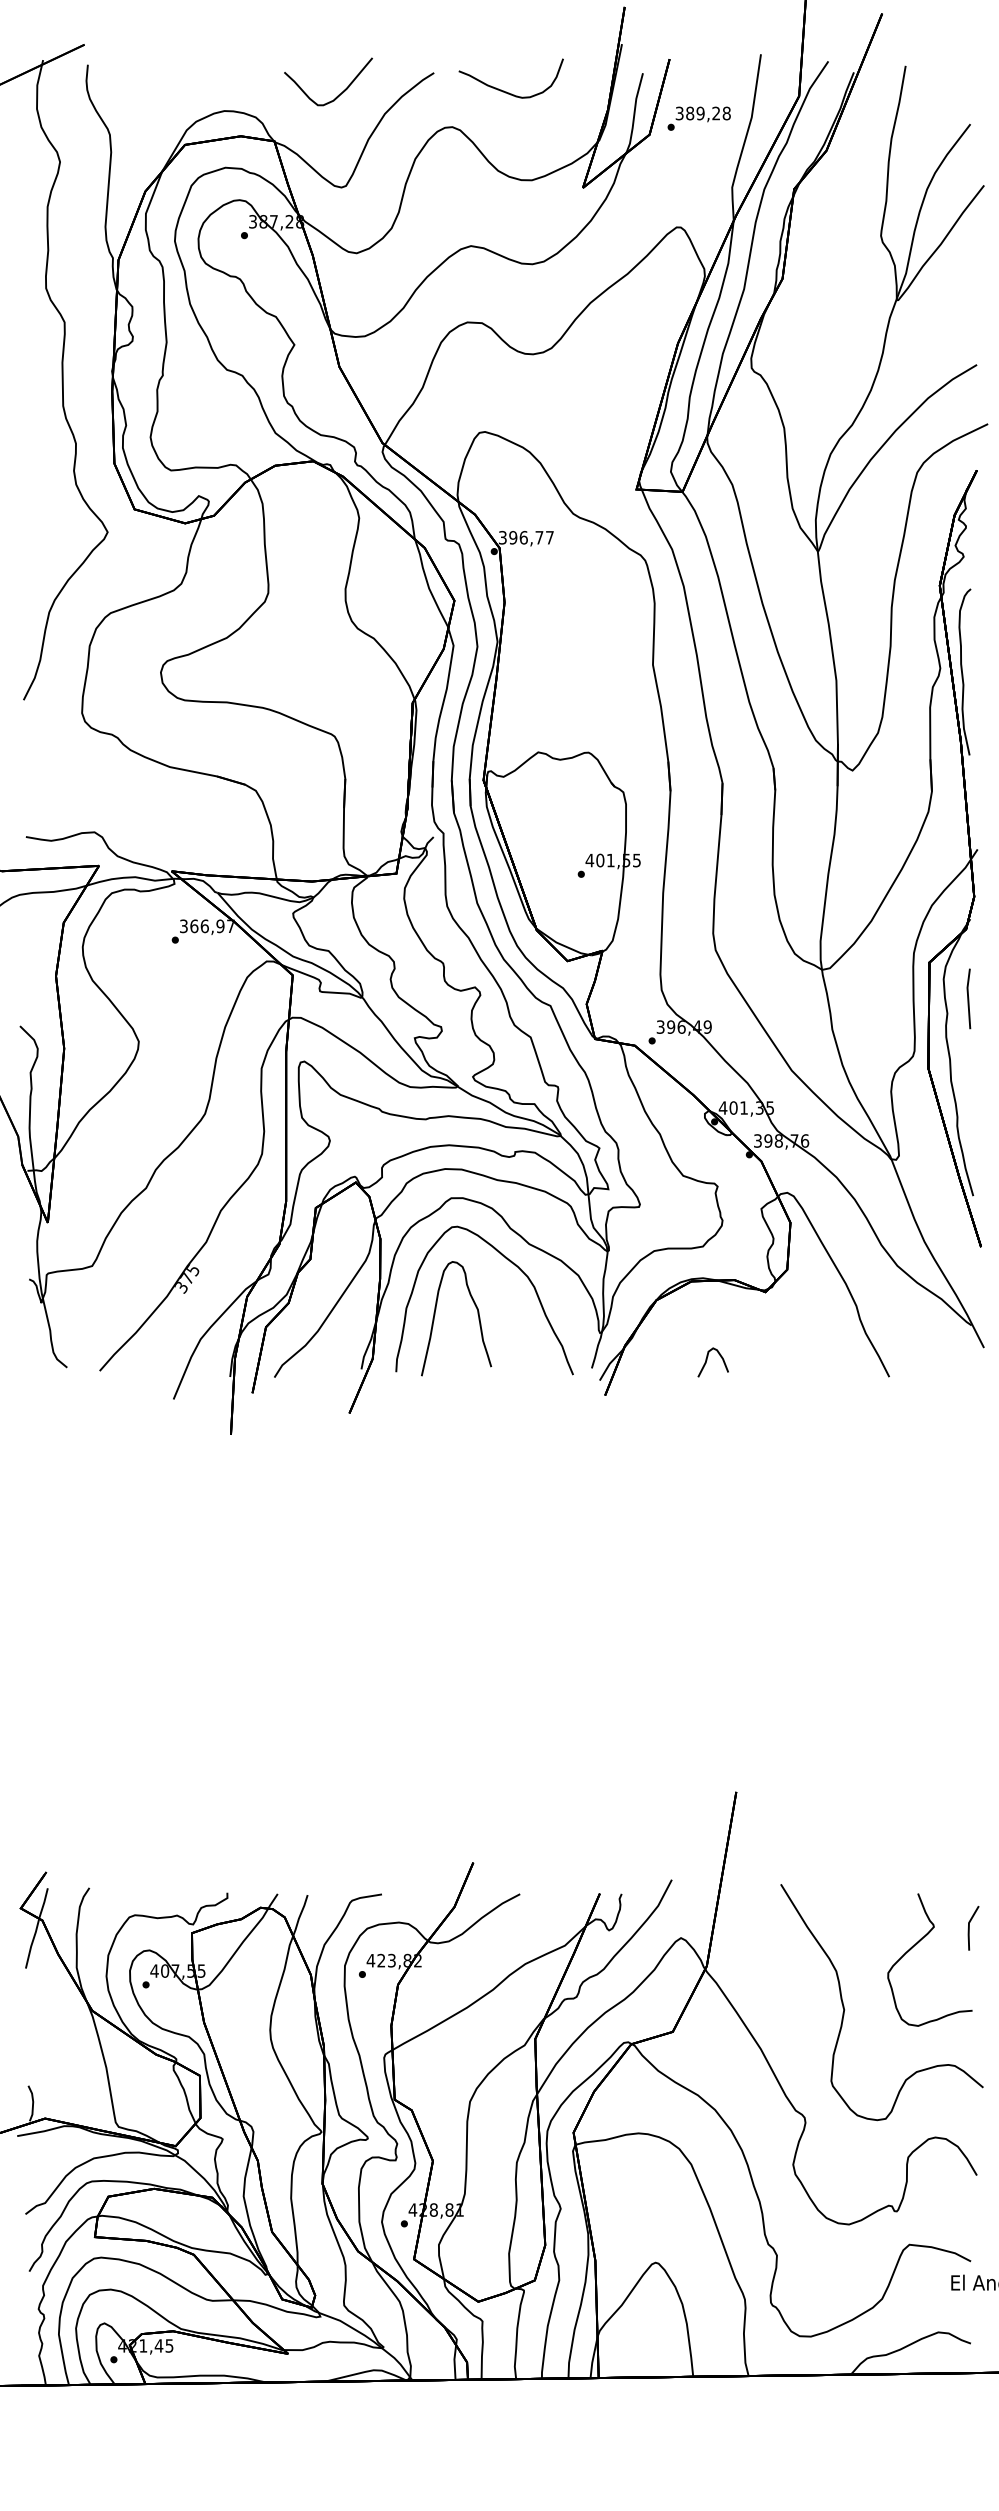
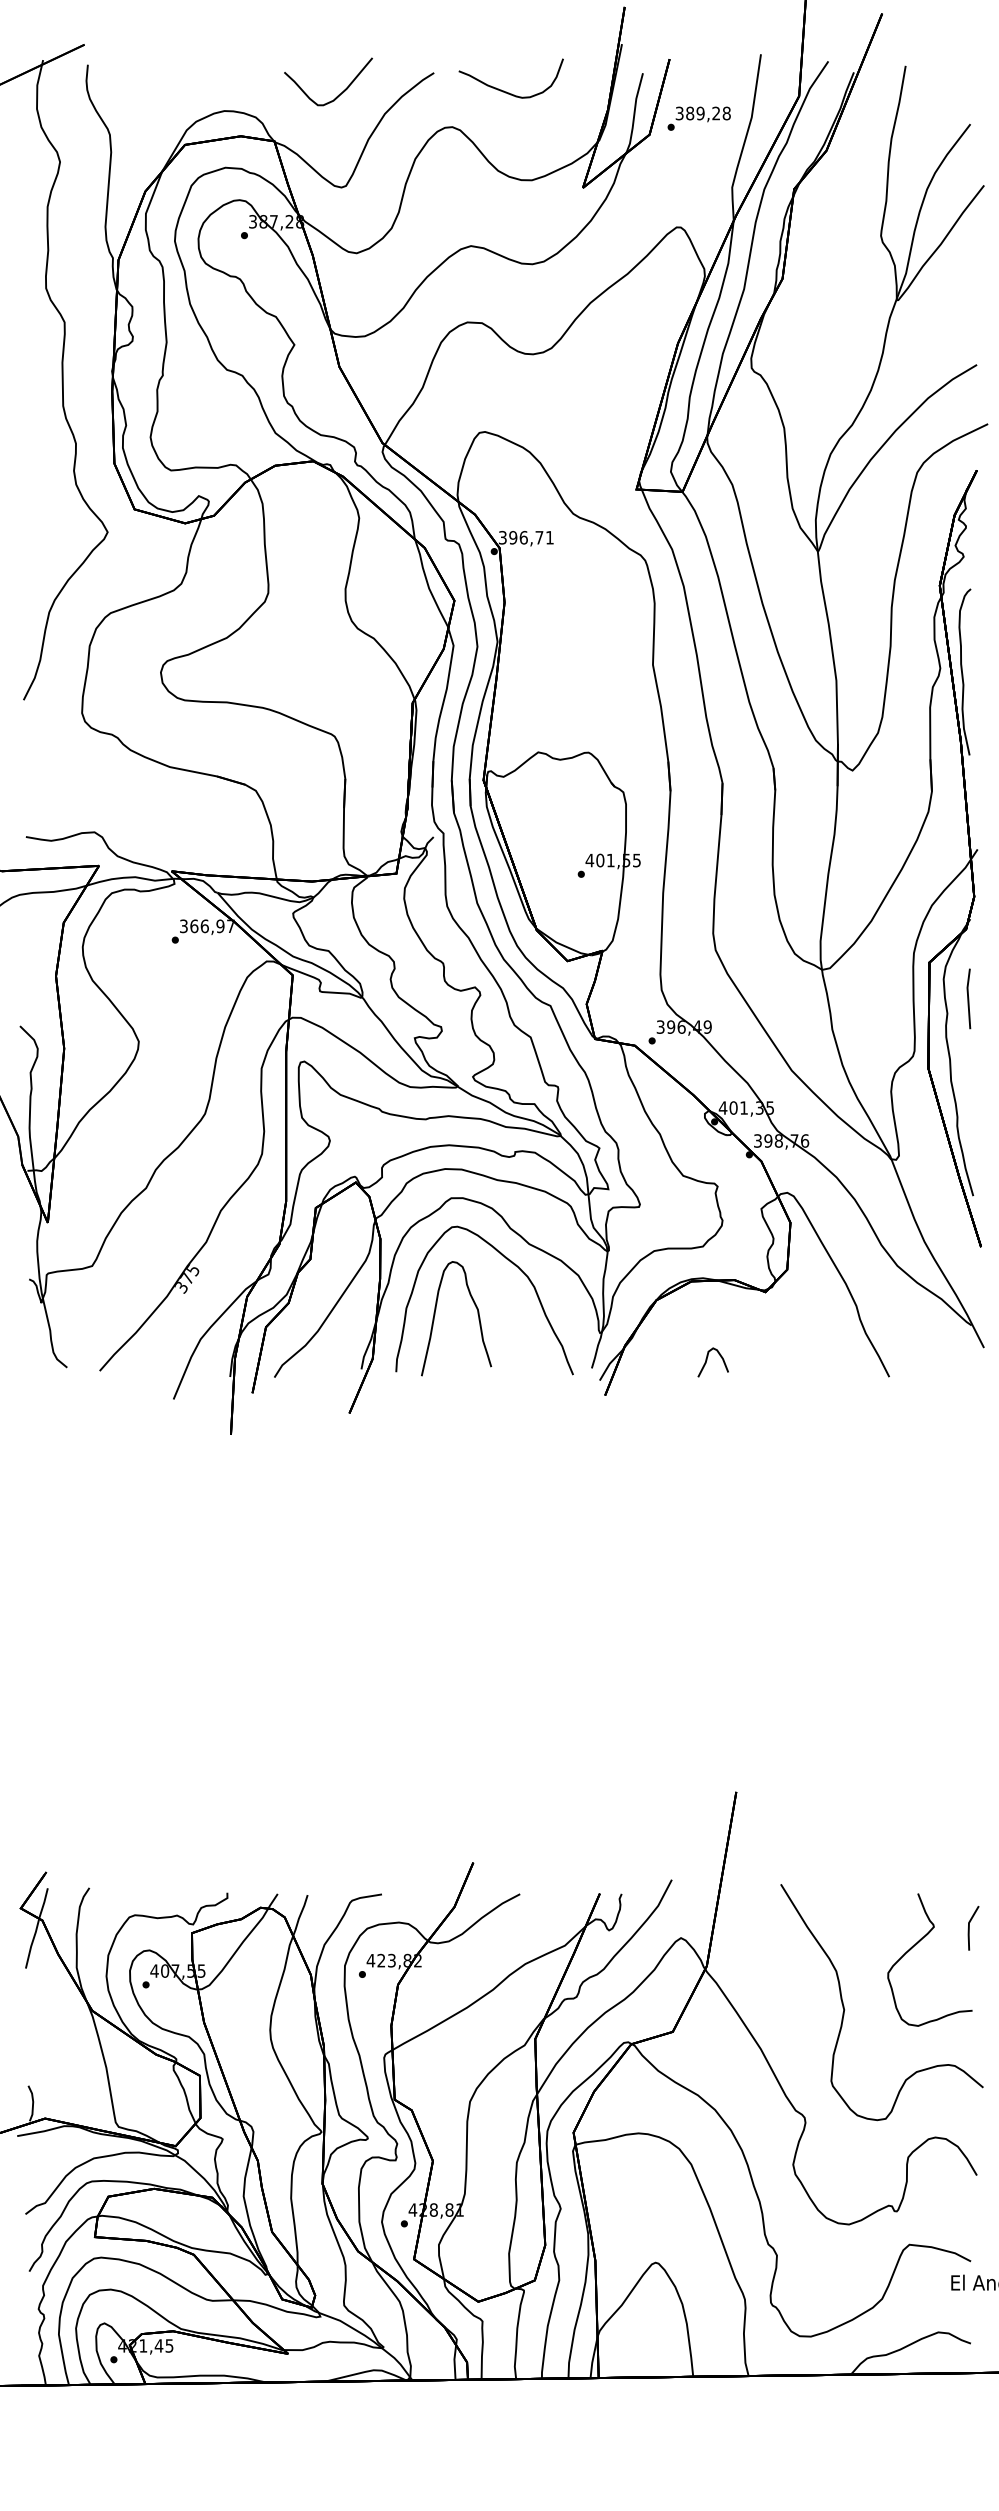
text at (549, 537): 396,77 -> 396,71
